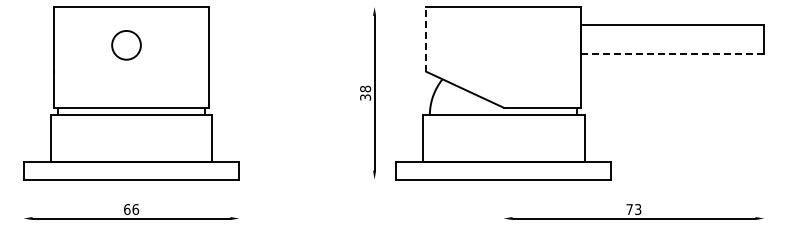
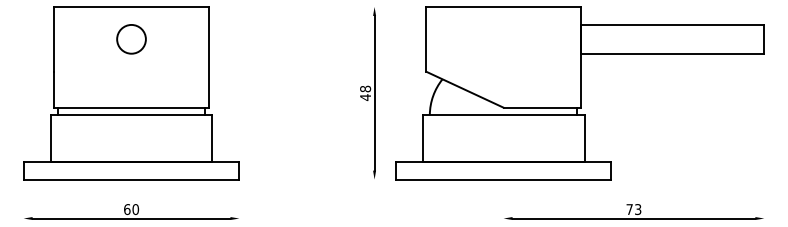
line at (426, 38): dashed -> solid
circle at (126, 45) position: (126, 45) -> (131, 39)
line at (672, 53): dashed -> solid
text at (365, 97): 38 -> 48
text at (135, 209): 66 -> 60
